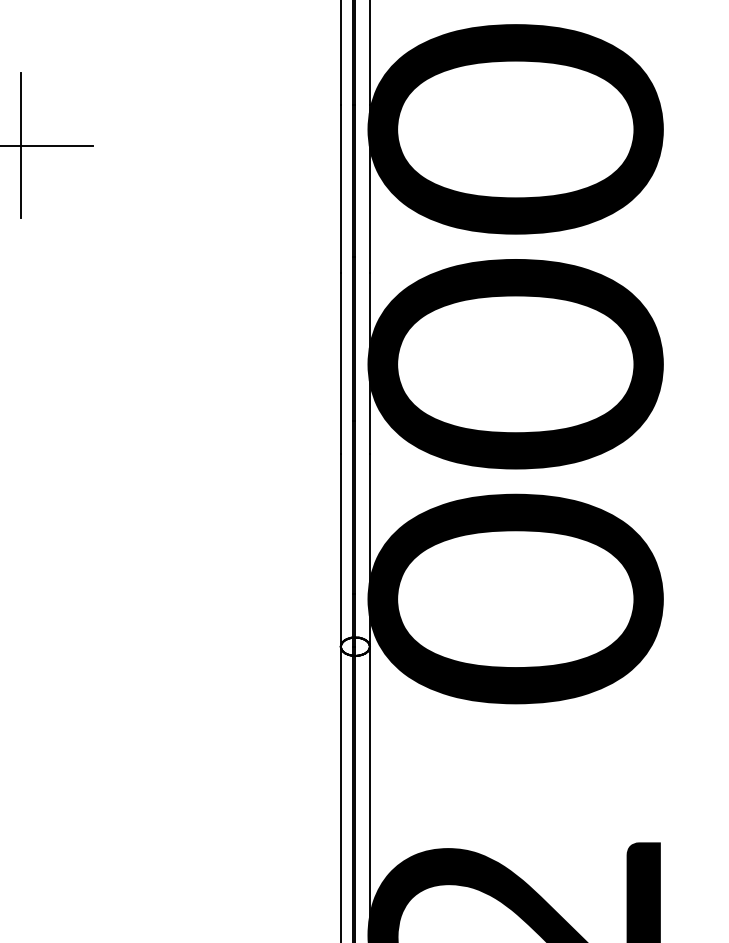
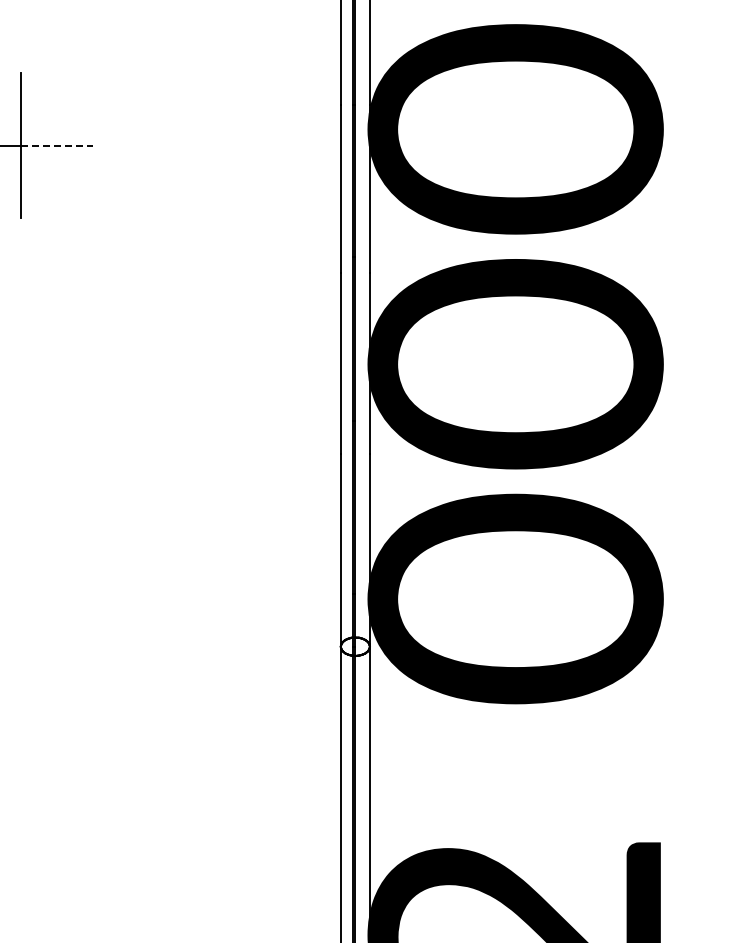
line at (57, 145): solid -> dashed
